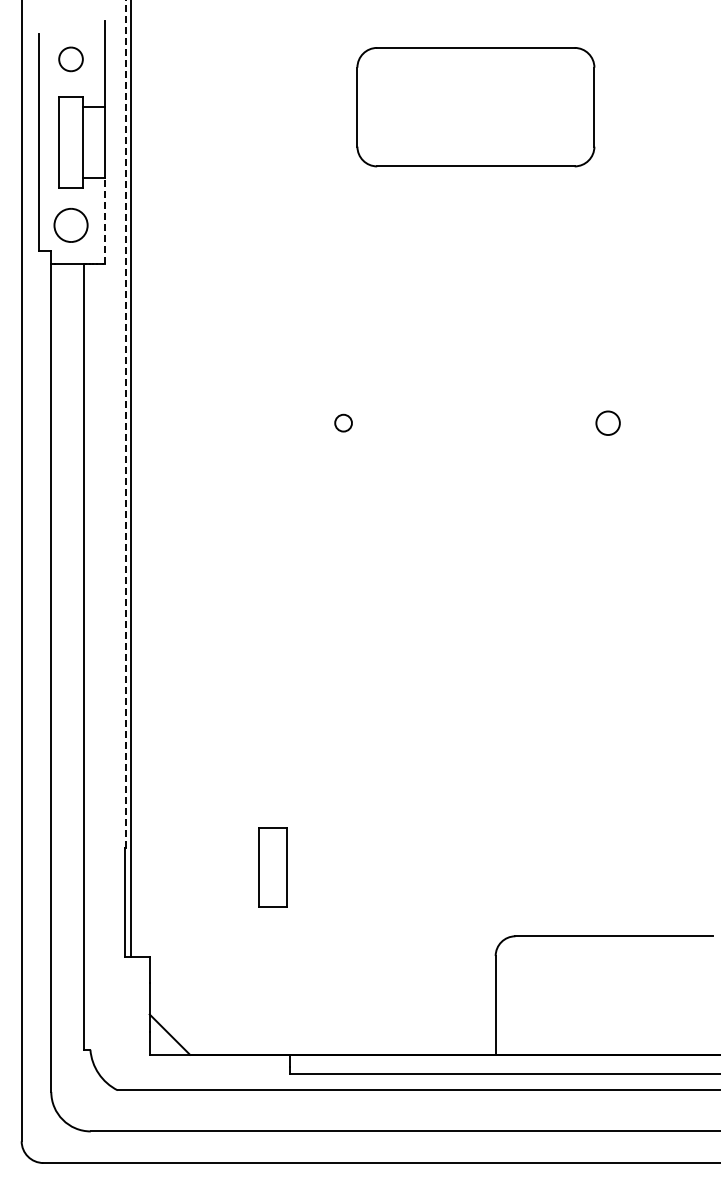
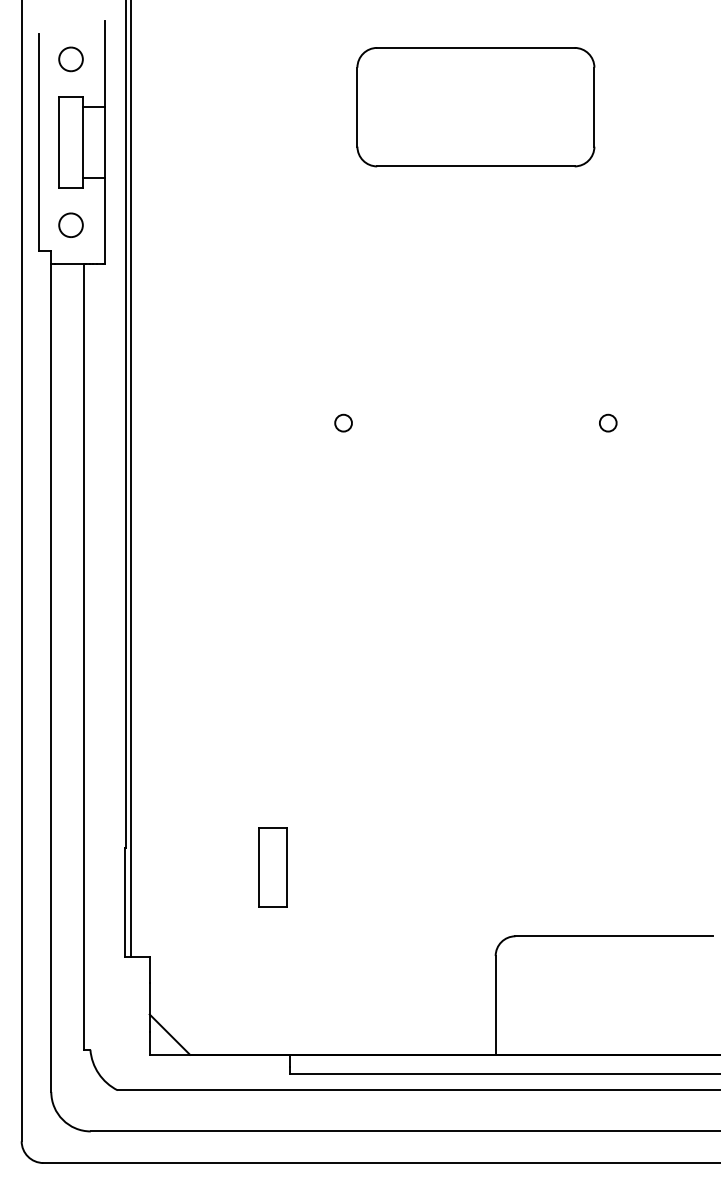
line at (104, 220): dashed -> solid
part at (70, 225) size: 36x35 px -> 26x26 px
circle at (607, 422) size: 26x26 px -> 19x20 px
line at (126, 423): dashed -> solid
